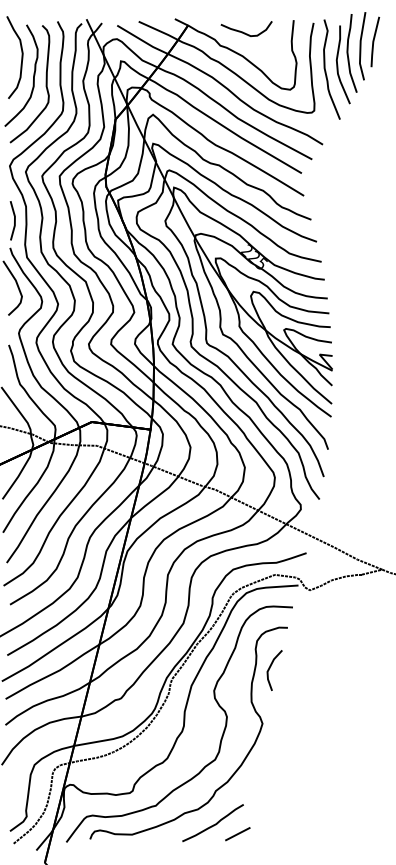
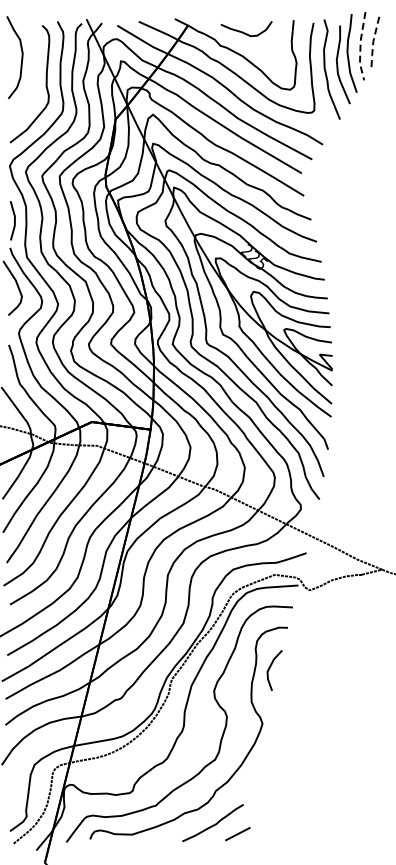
line at (373, 41): solid -> dashed
line at (360, 46): solid -> dashed
curve at (33, 75): present -> none
